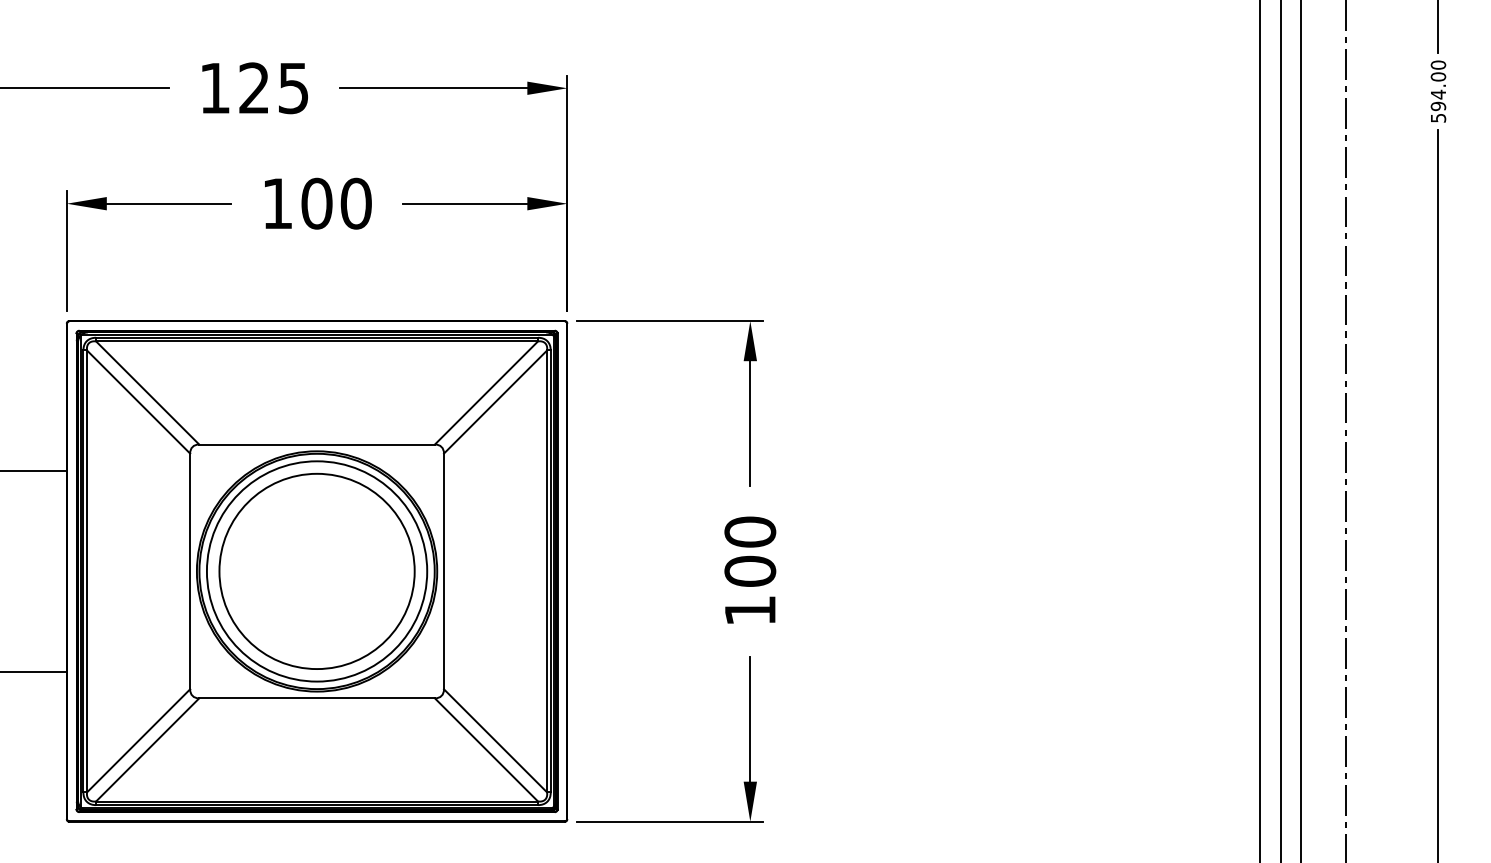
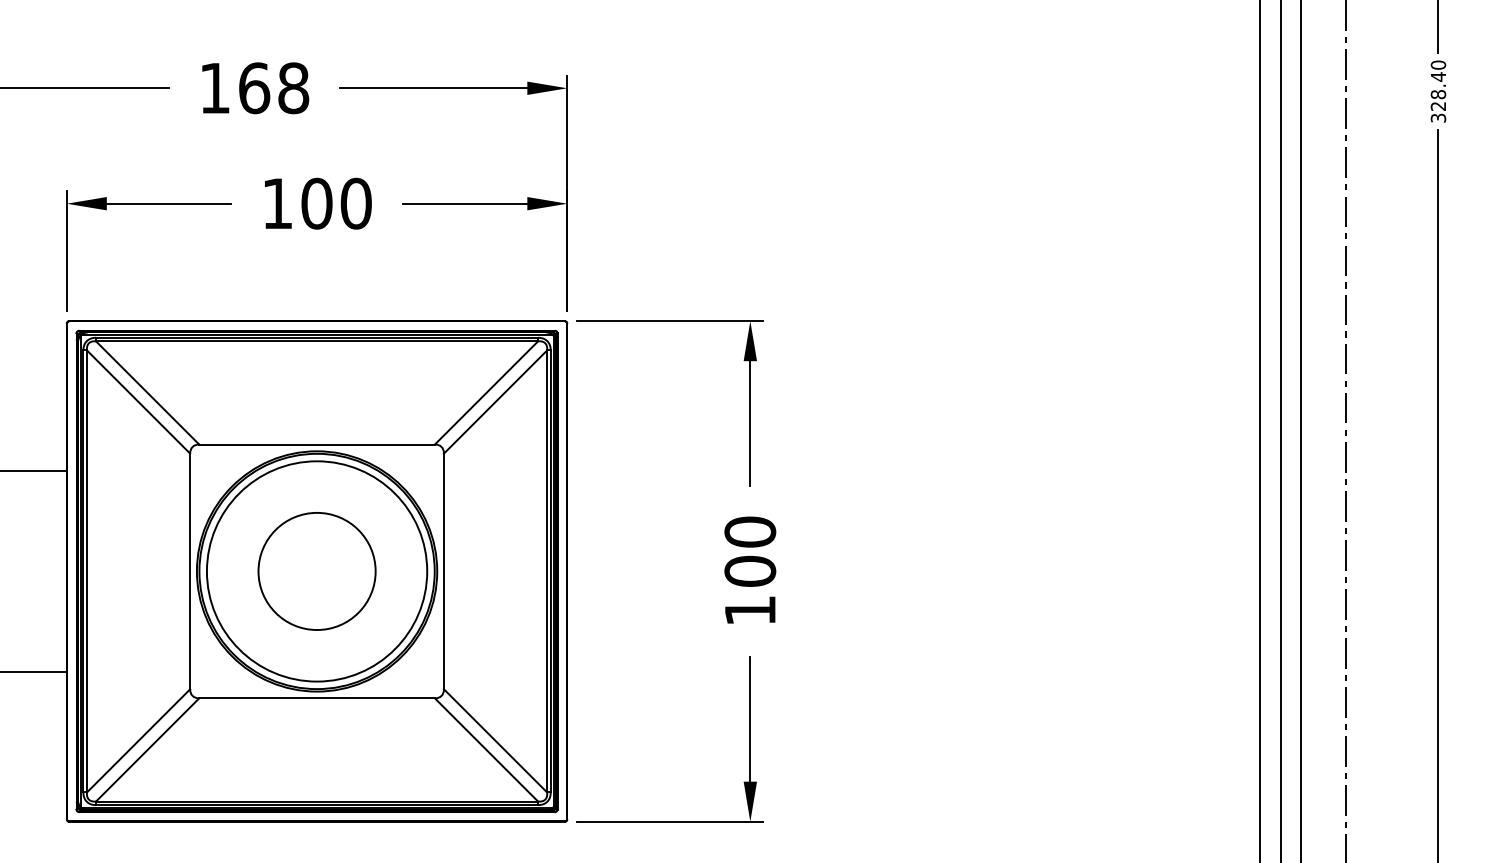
text at (274, 88): 125 -> 168
text at (1438, 97): 594.00 -> 328.40
circle at (316, 571) diameter: 195 px -> 117 px
